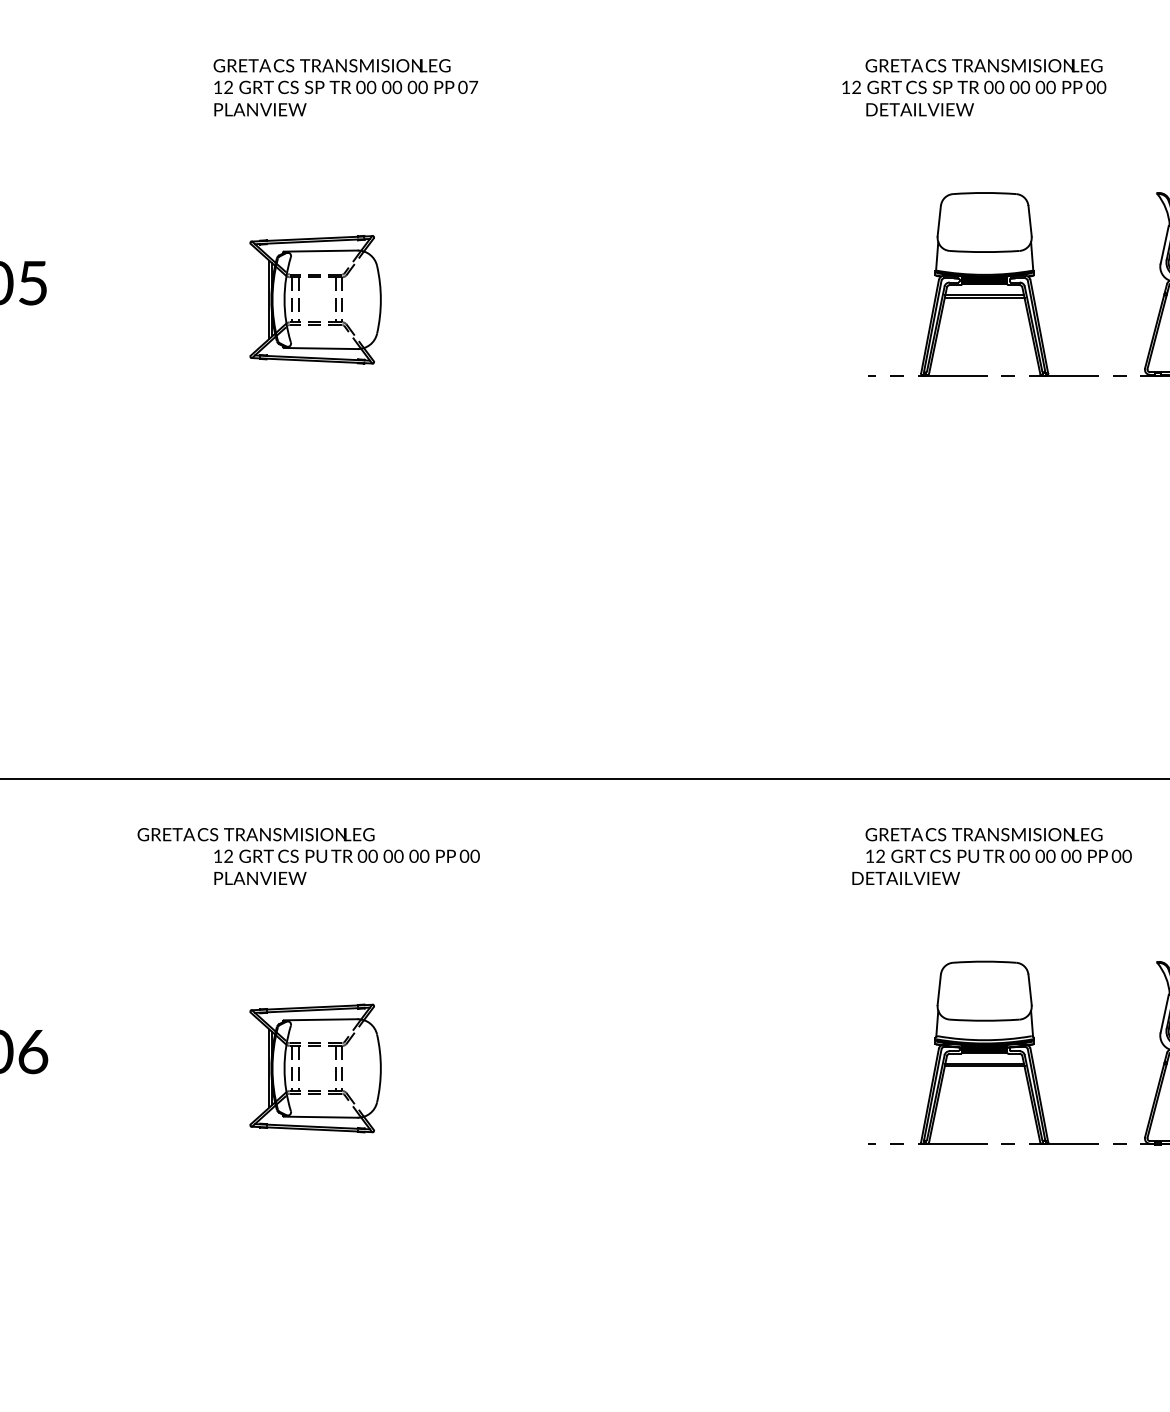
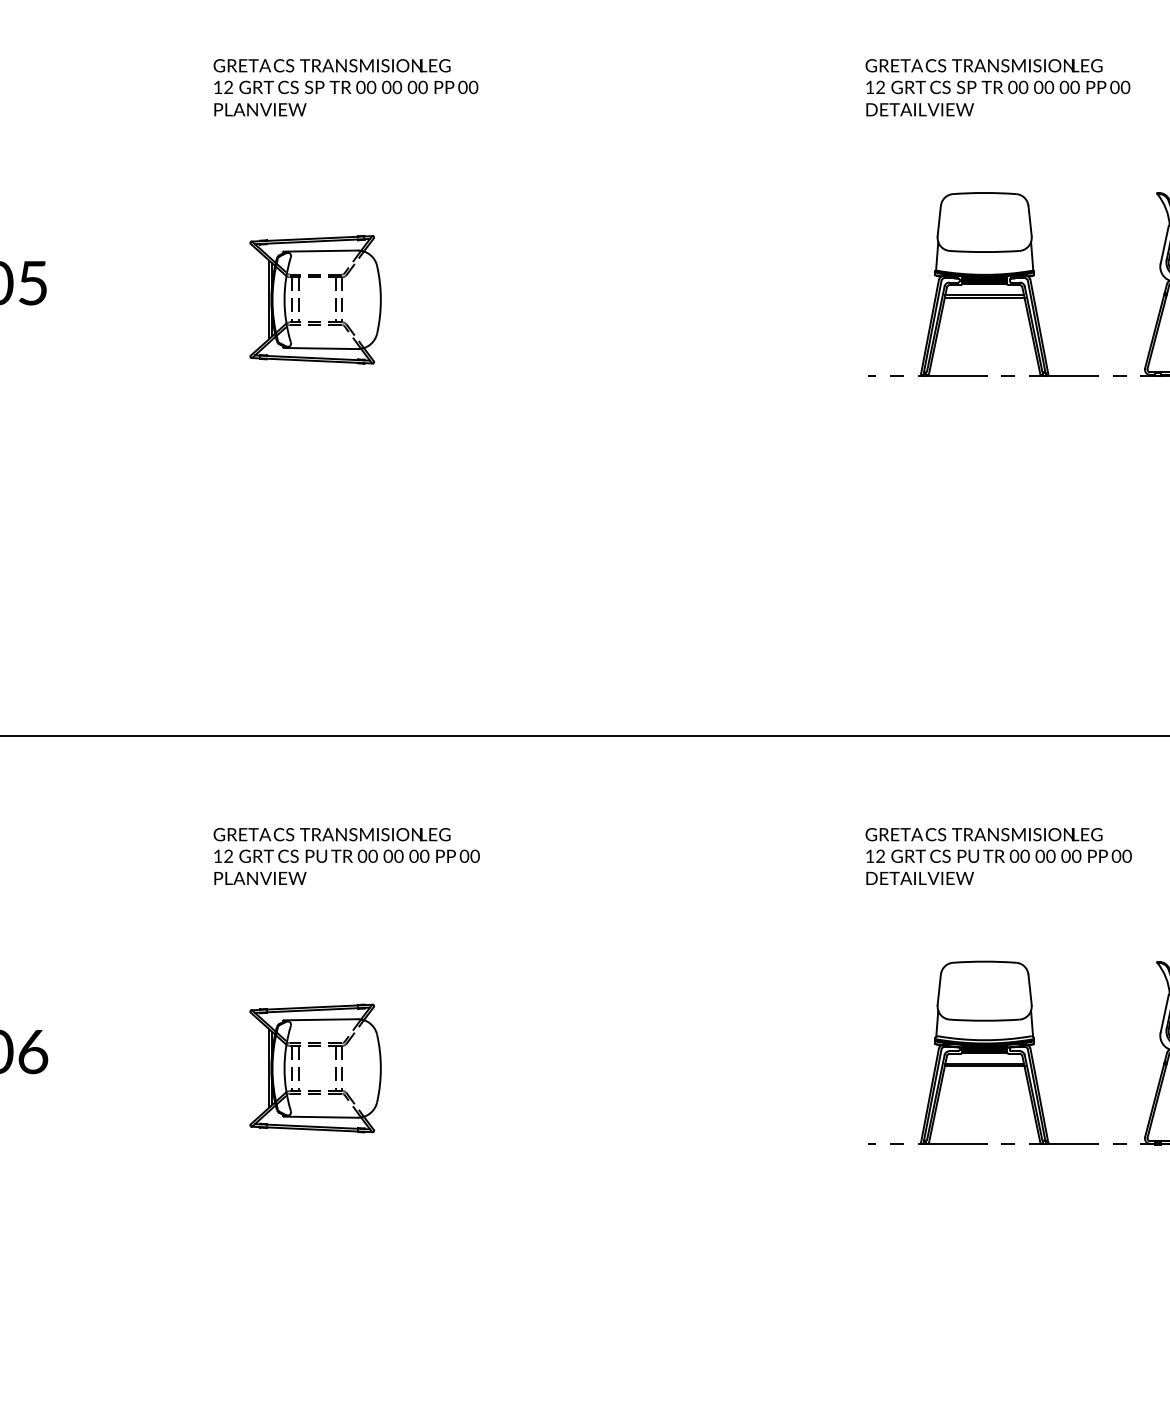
text at (473, 87): 07 -> 00
text at (974, 87) position: (974, 87) -> (998, 87)
line at (584, 778) position: (584, 778) -> (584, 735)
text at (255, 834) position: (255, 834) -> (331, 834)
text at (905, 878) position: (905, 878) -> (919, 878)
